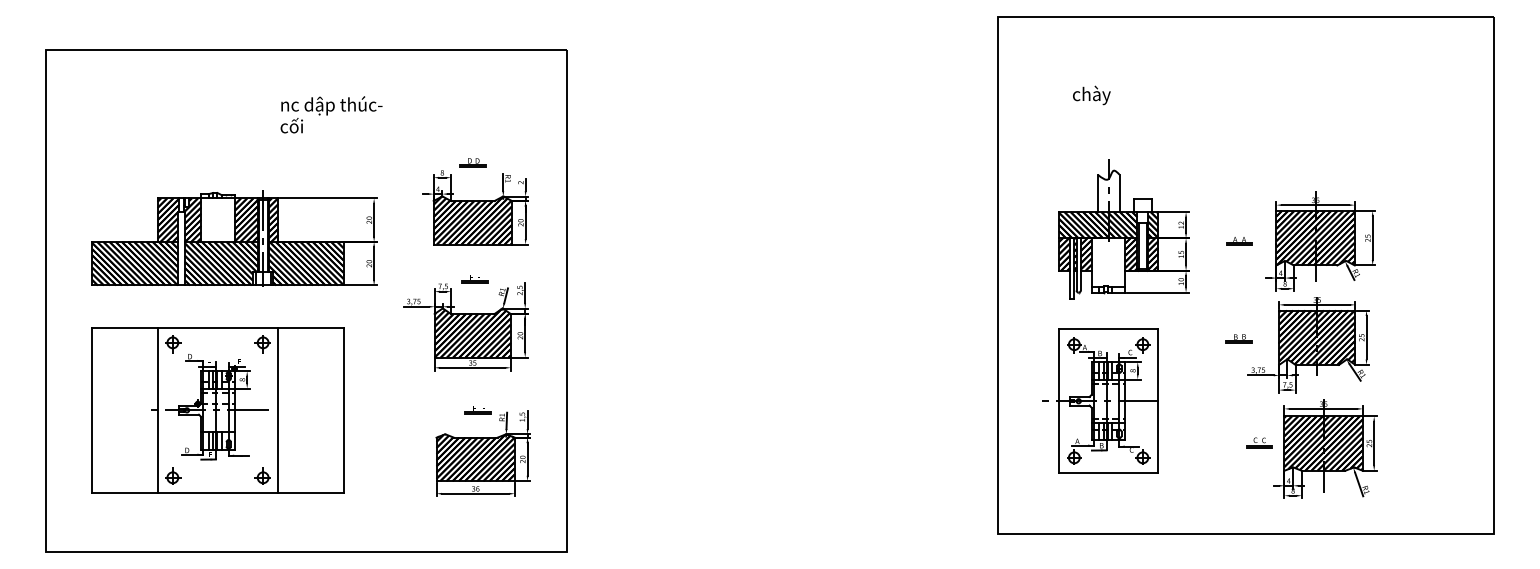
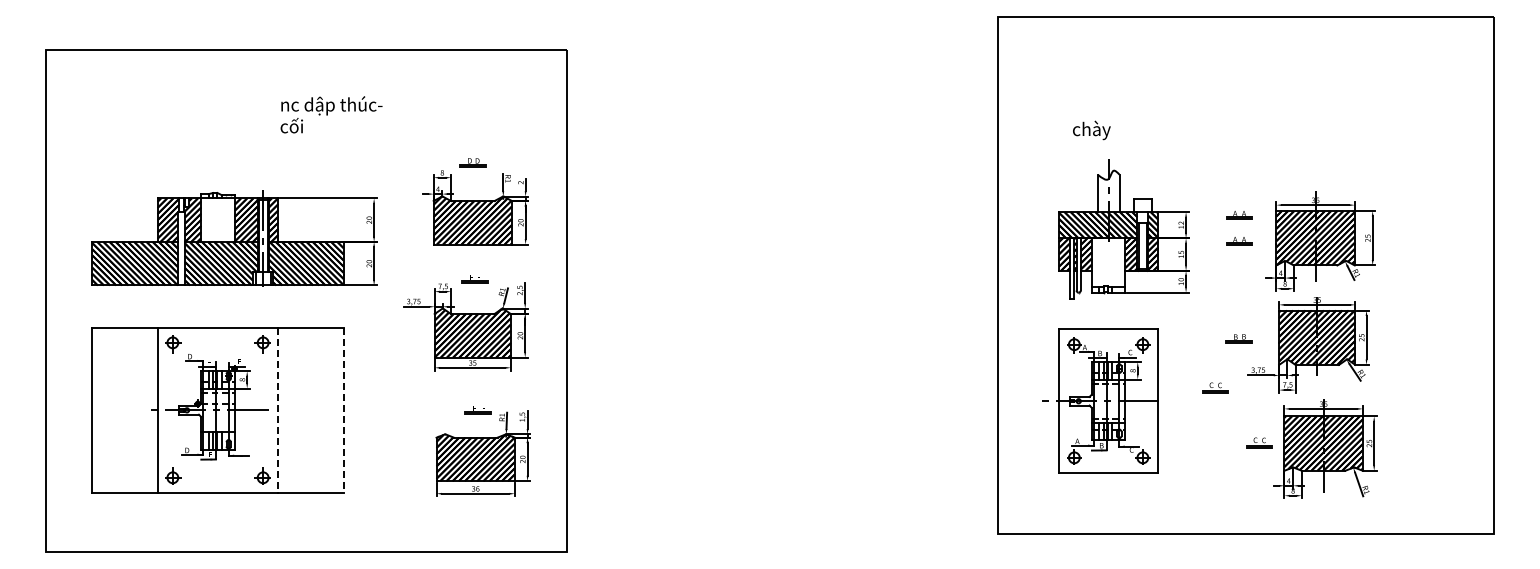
text at (1091, 95) position: (1091, 95) -> (1091, 130)
part at (1239, 215): none -> present
part at (1215, 387): none -> present
line at (278, 410): solid -> dashed
line at (343, 410): solid -> dashed
